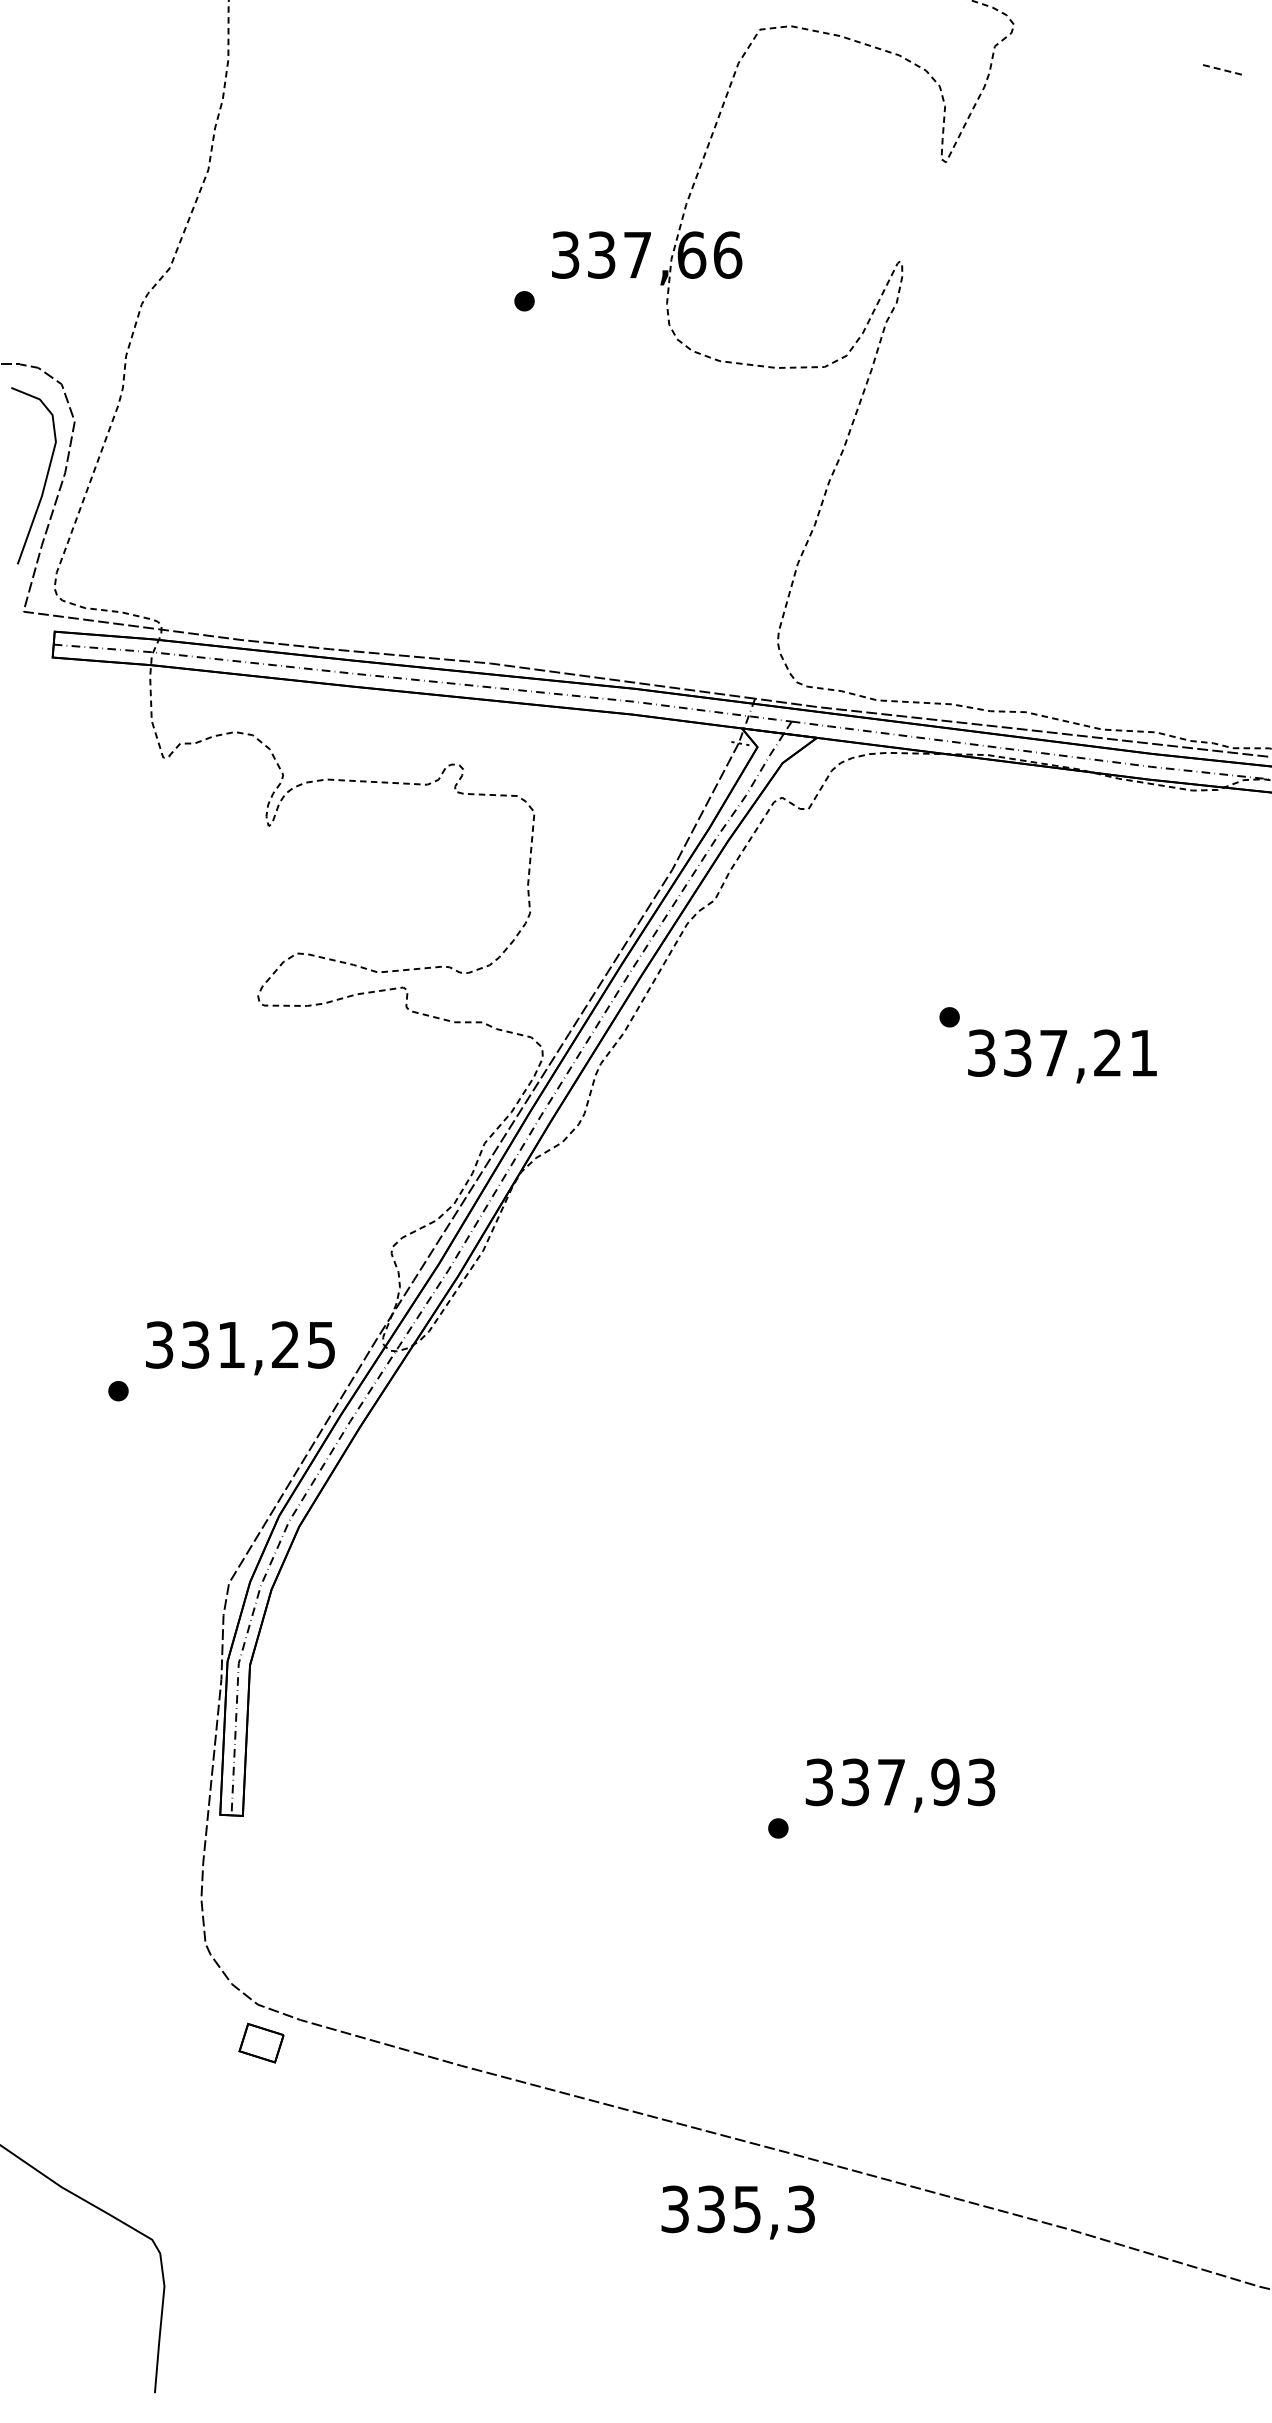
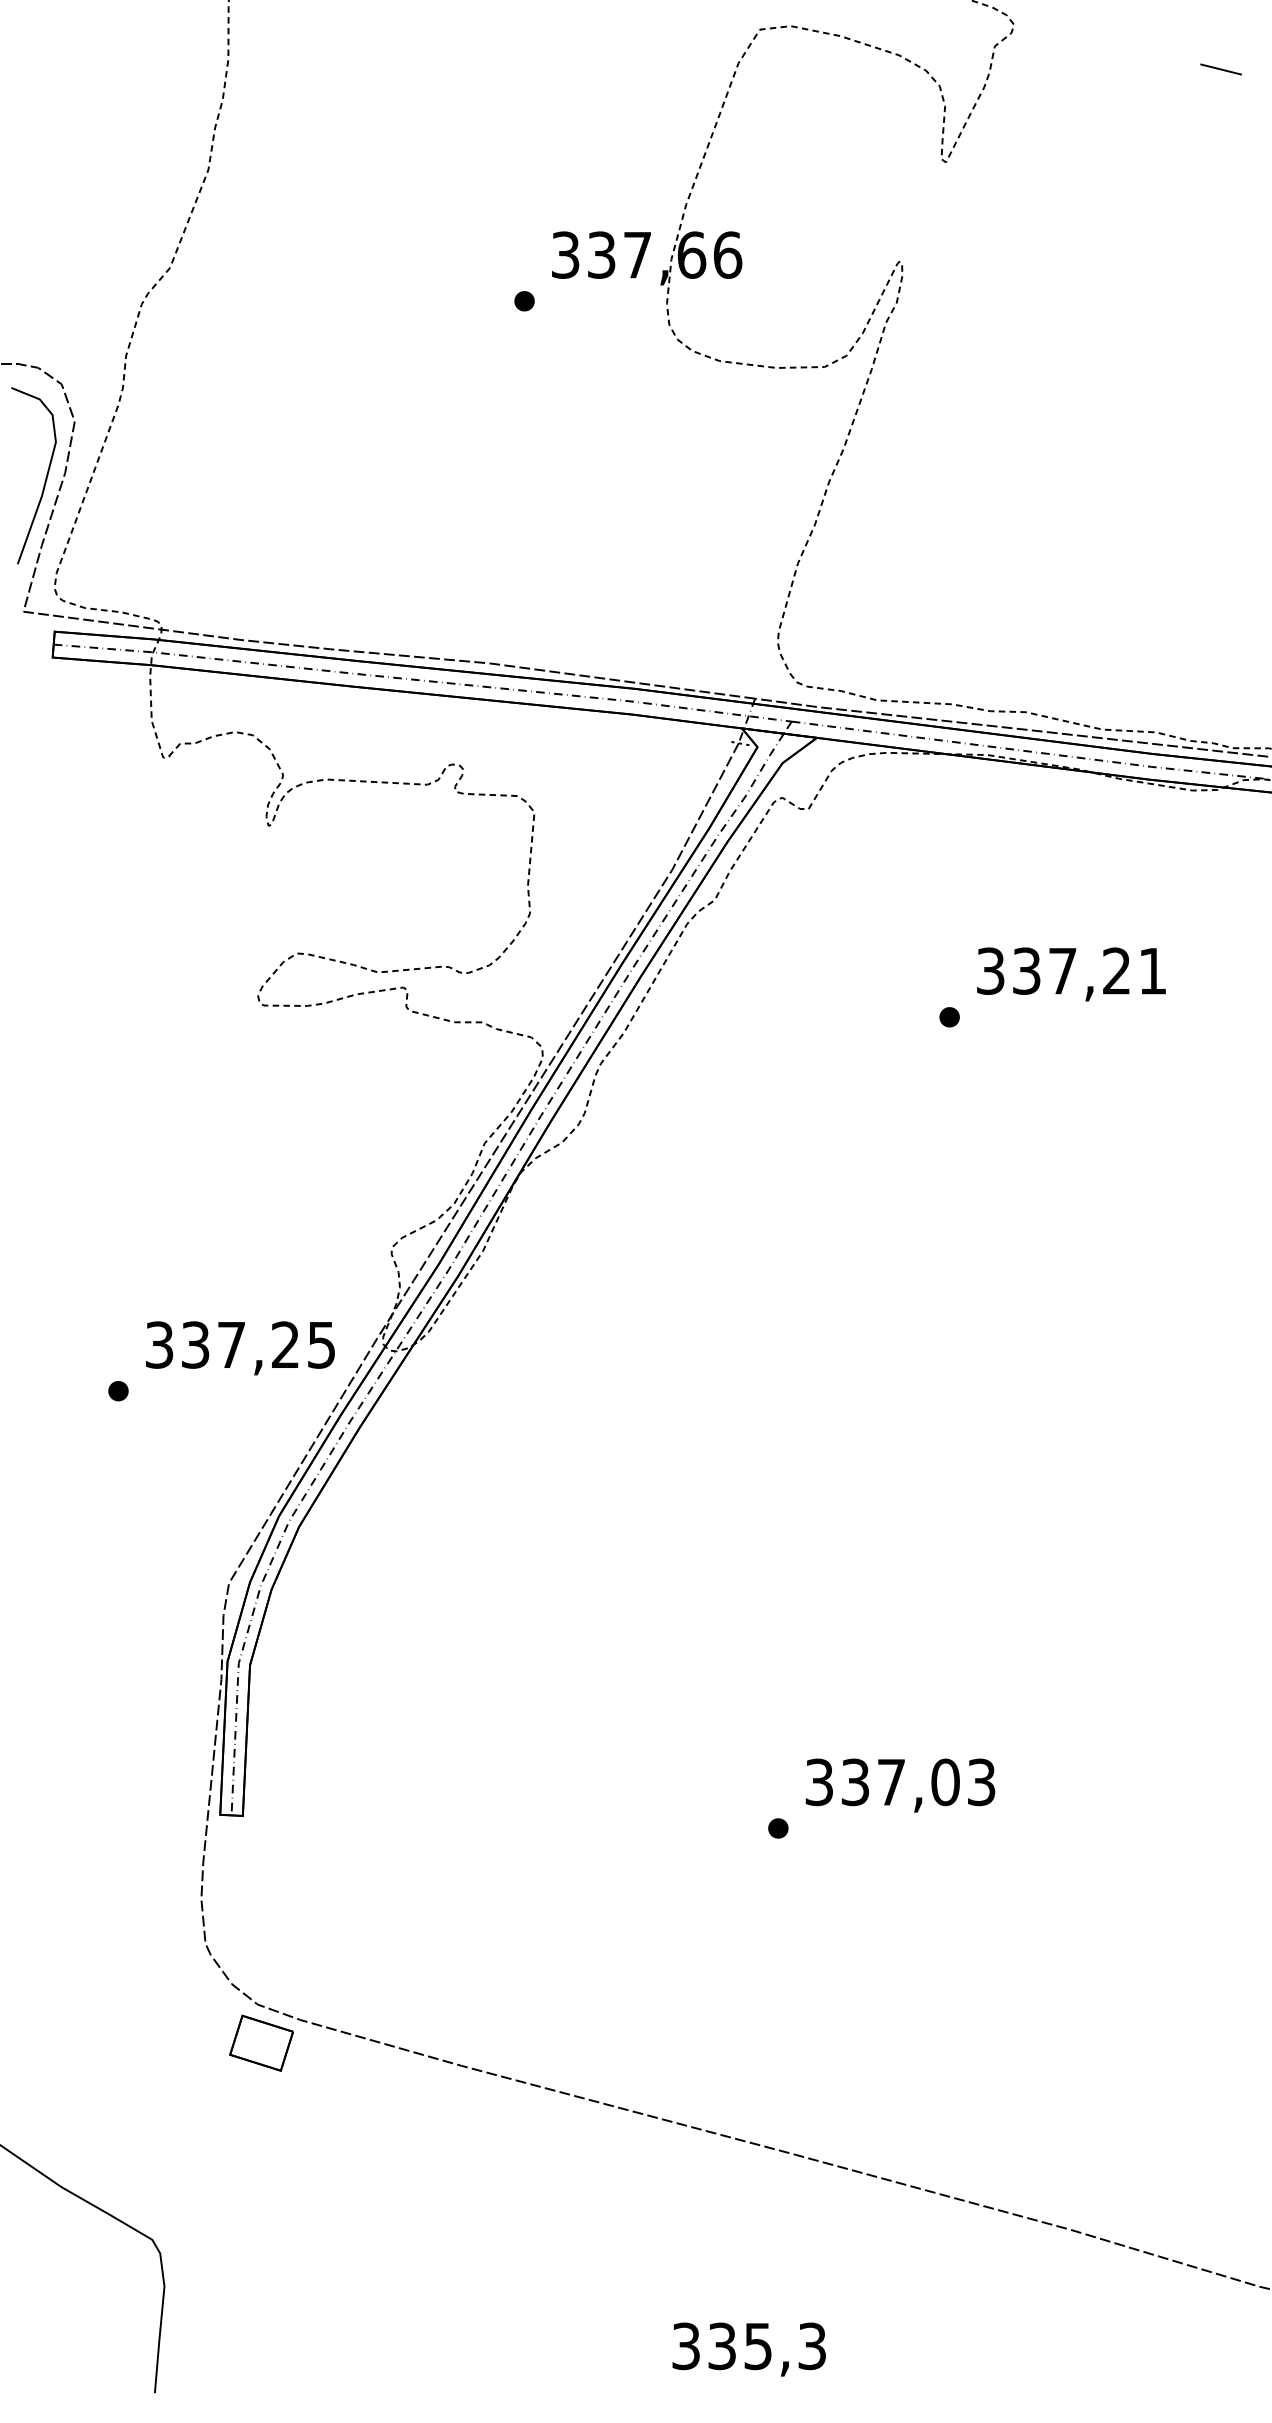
line at (1220, 69): dashed -> solid
text at (1062, 1056) position: (1062, 1056) -> (1071, 974)
text at (231, 1344): 331,25 -> 337,25
text at (945, 1782): 337,93 -> 337,03
part at (261, 2042) size: 47x42 px -> 65x58 px
text at (737, 2212) position: (737, 2212) -> (748, 2349)
